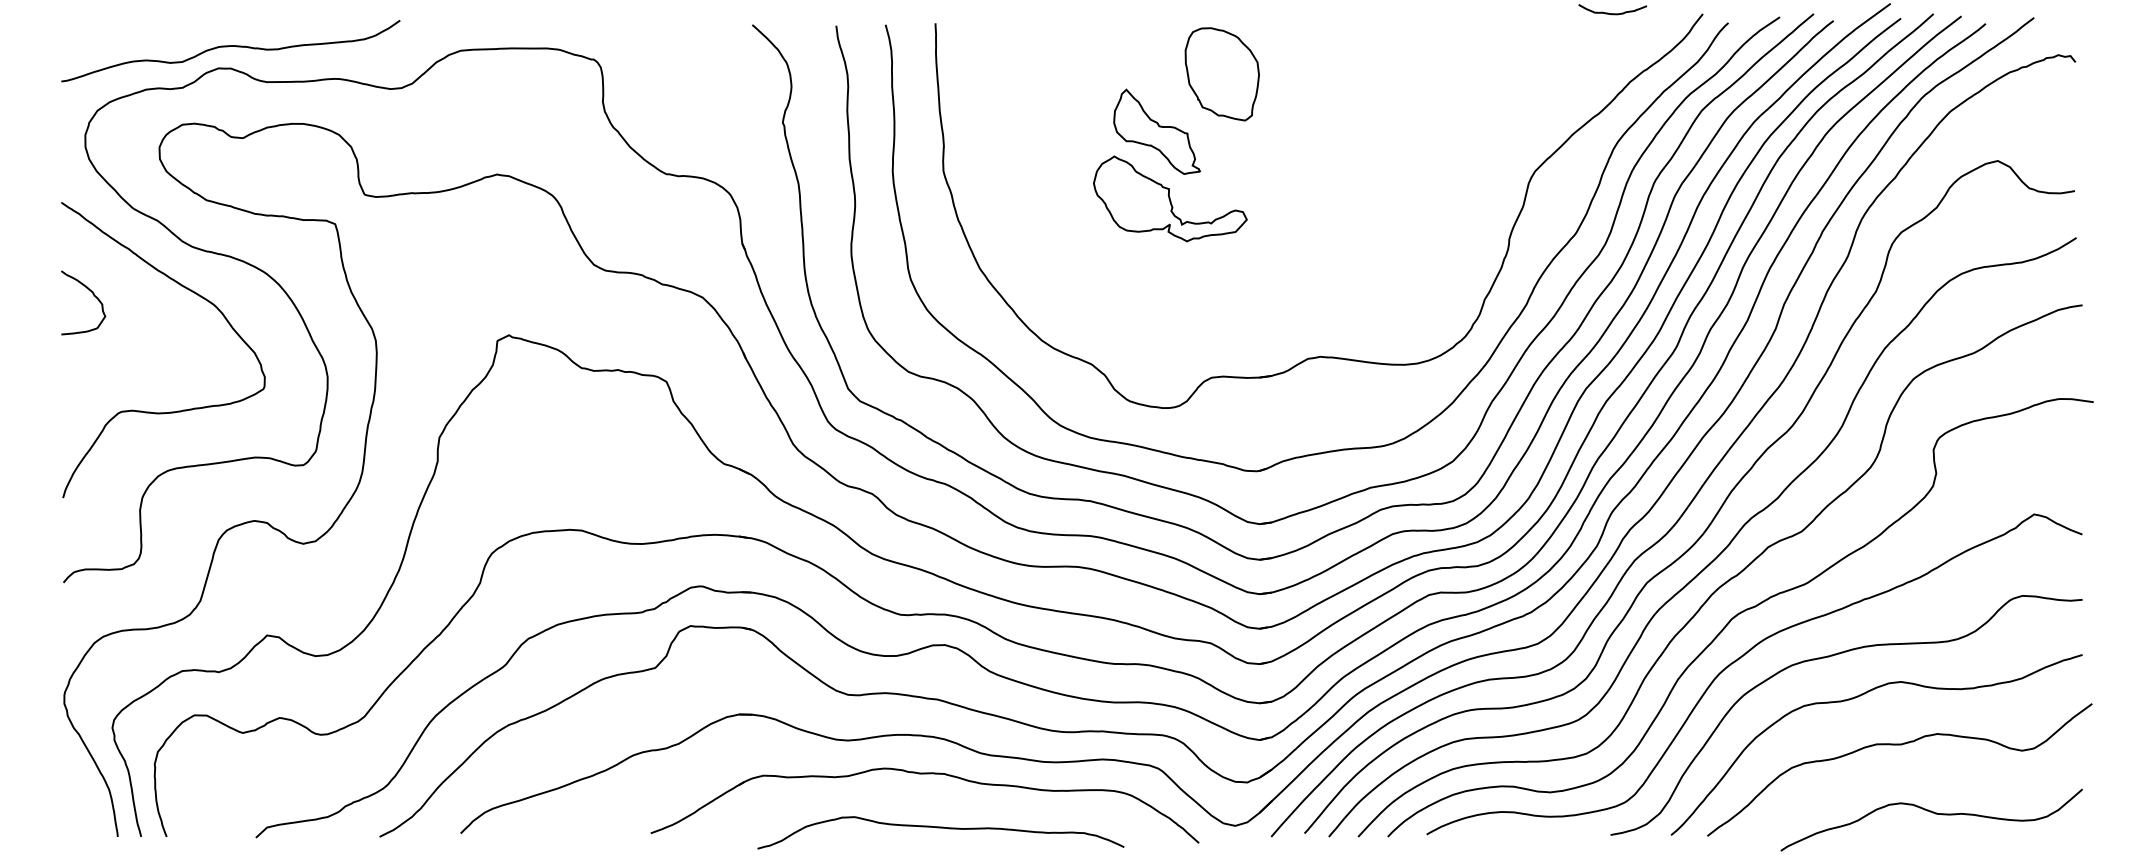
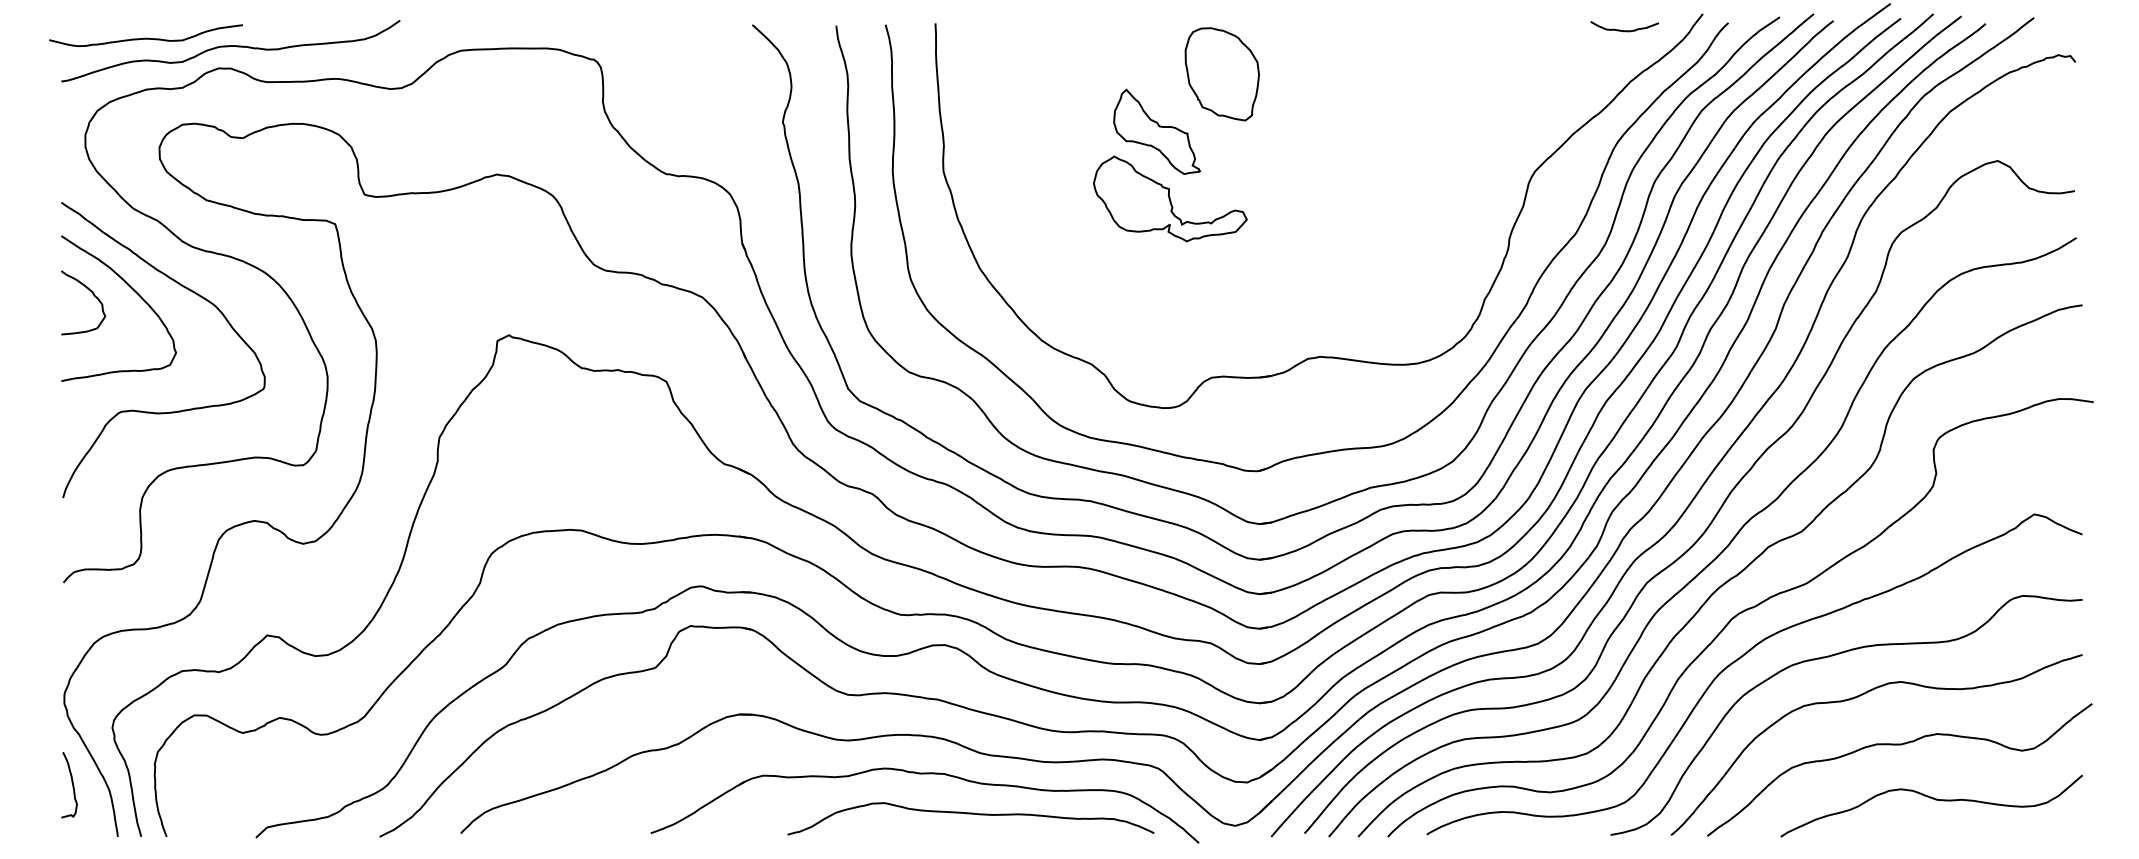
curve at (1612, 13) position: (1612, 13) -> (1624, 30)
curve at (145, 37): none -> present
curve at (132, 290): none -> present
curve at (72, 785): none -> present
curve at (1932, 813) position: (1932, 813) -> (1932, 799)
curve at (940, 828) position: (940, 828) -> (970, 814)
